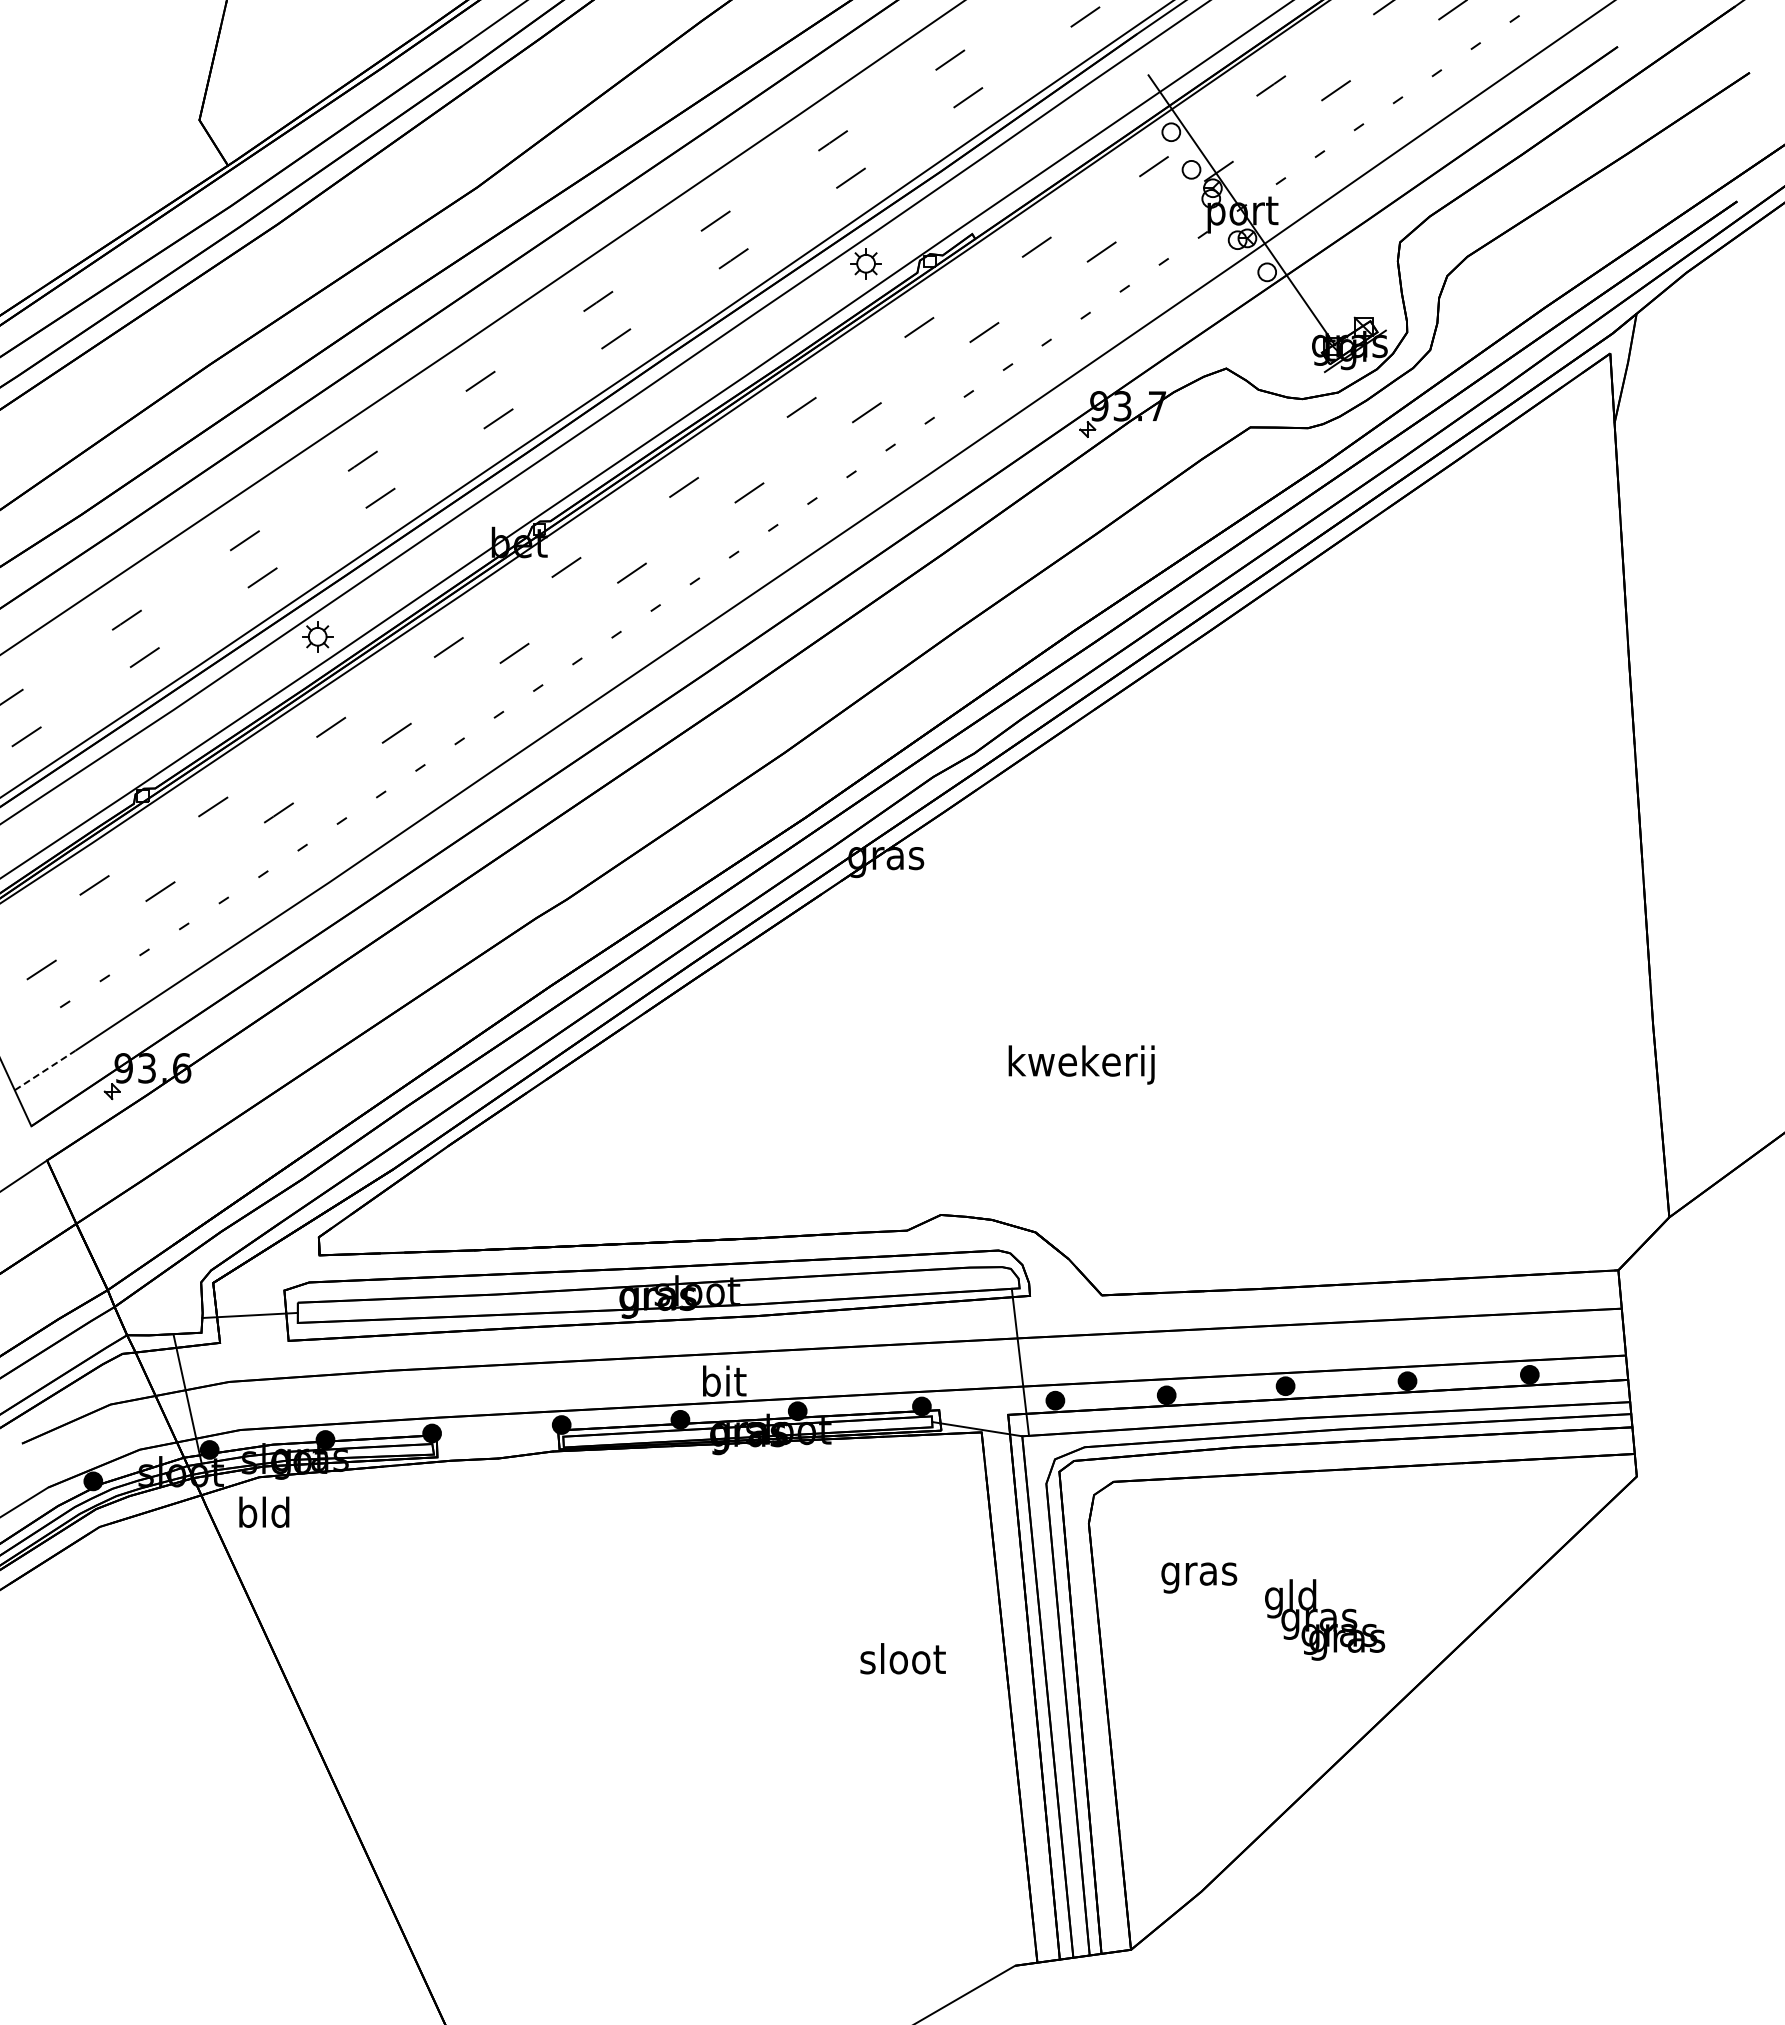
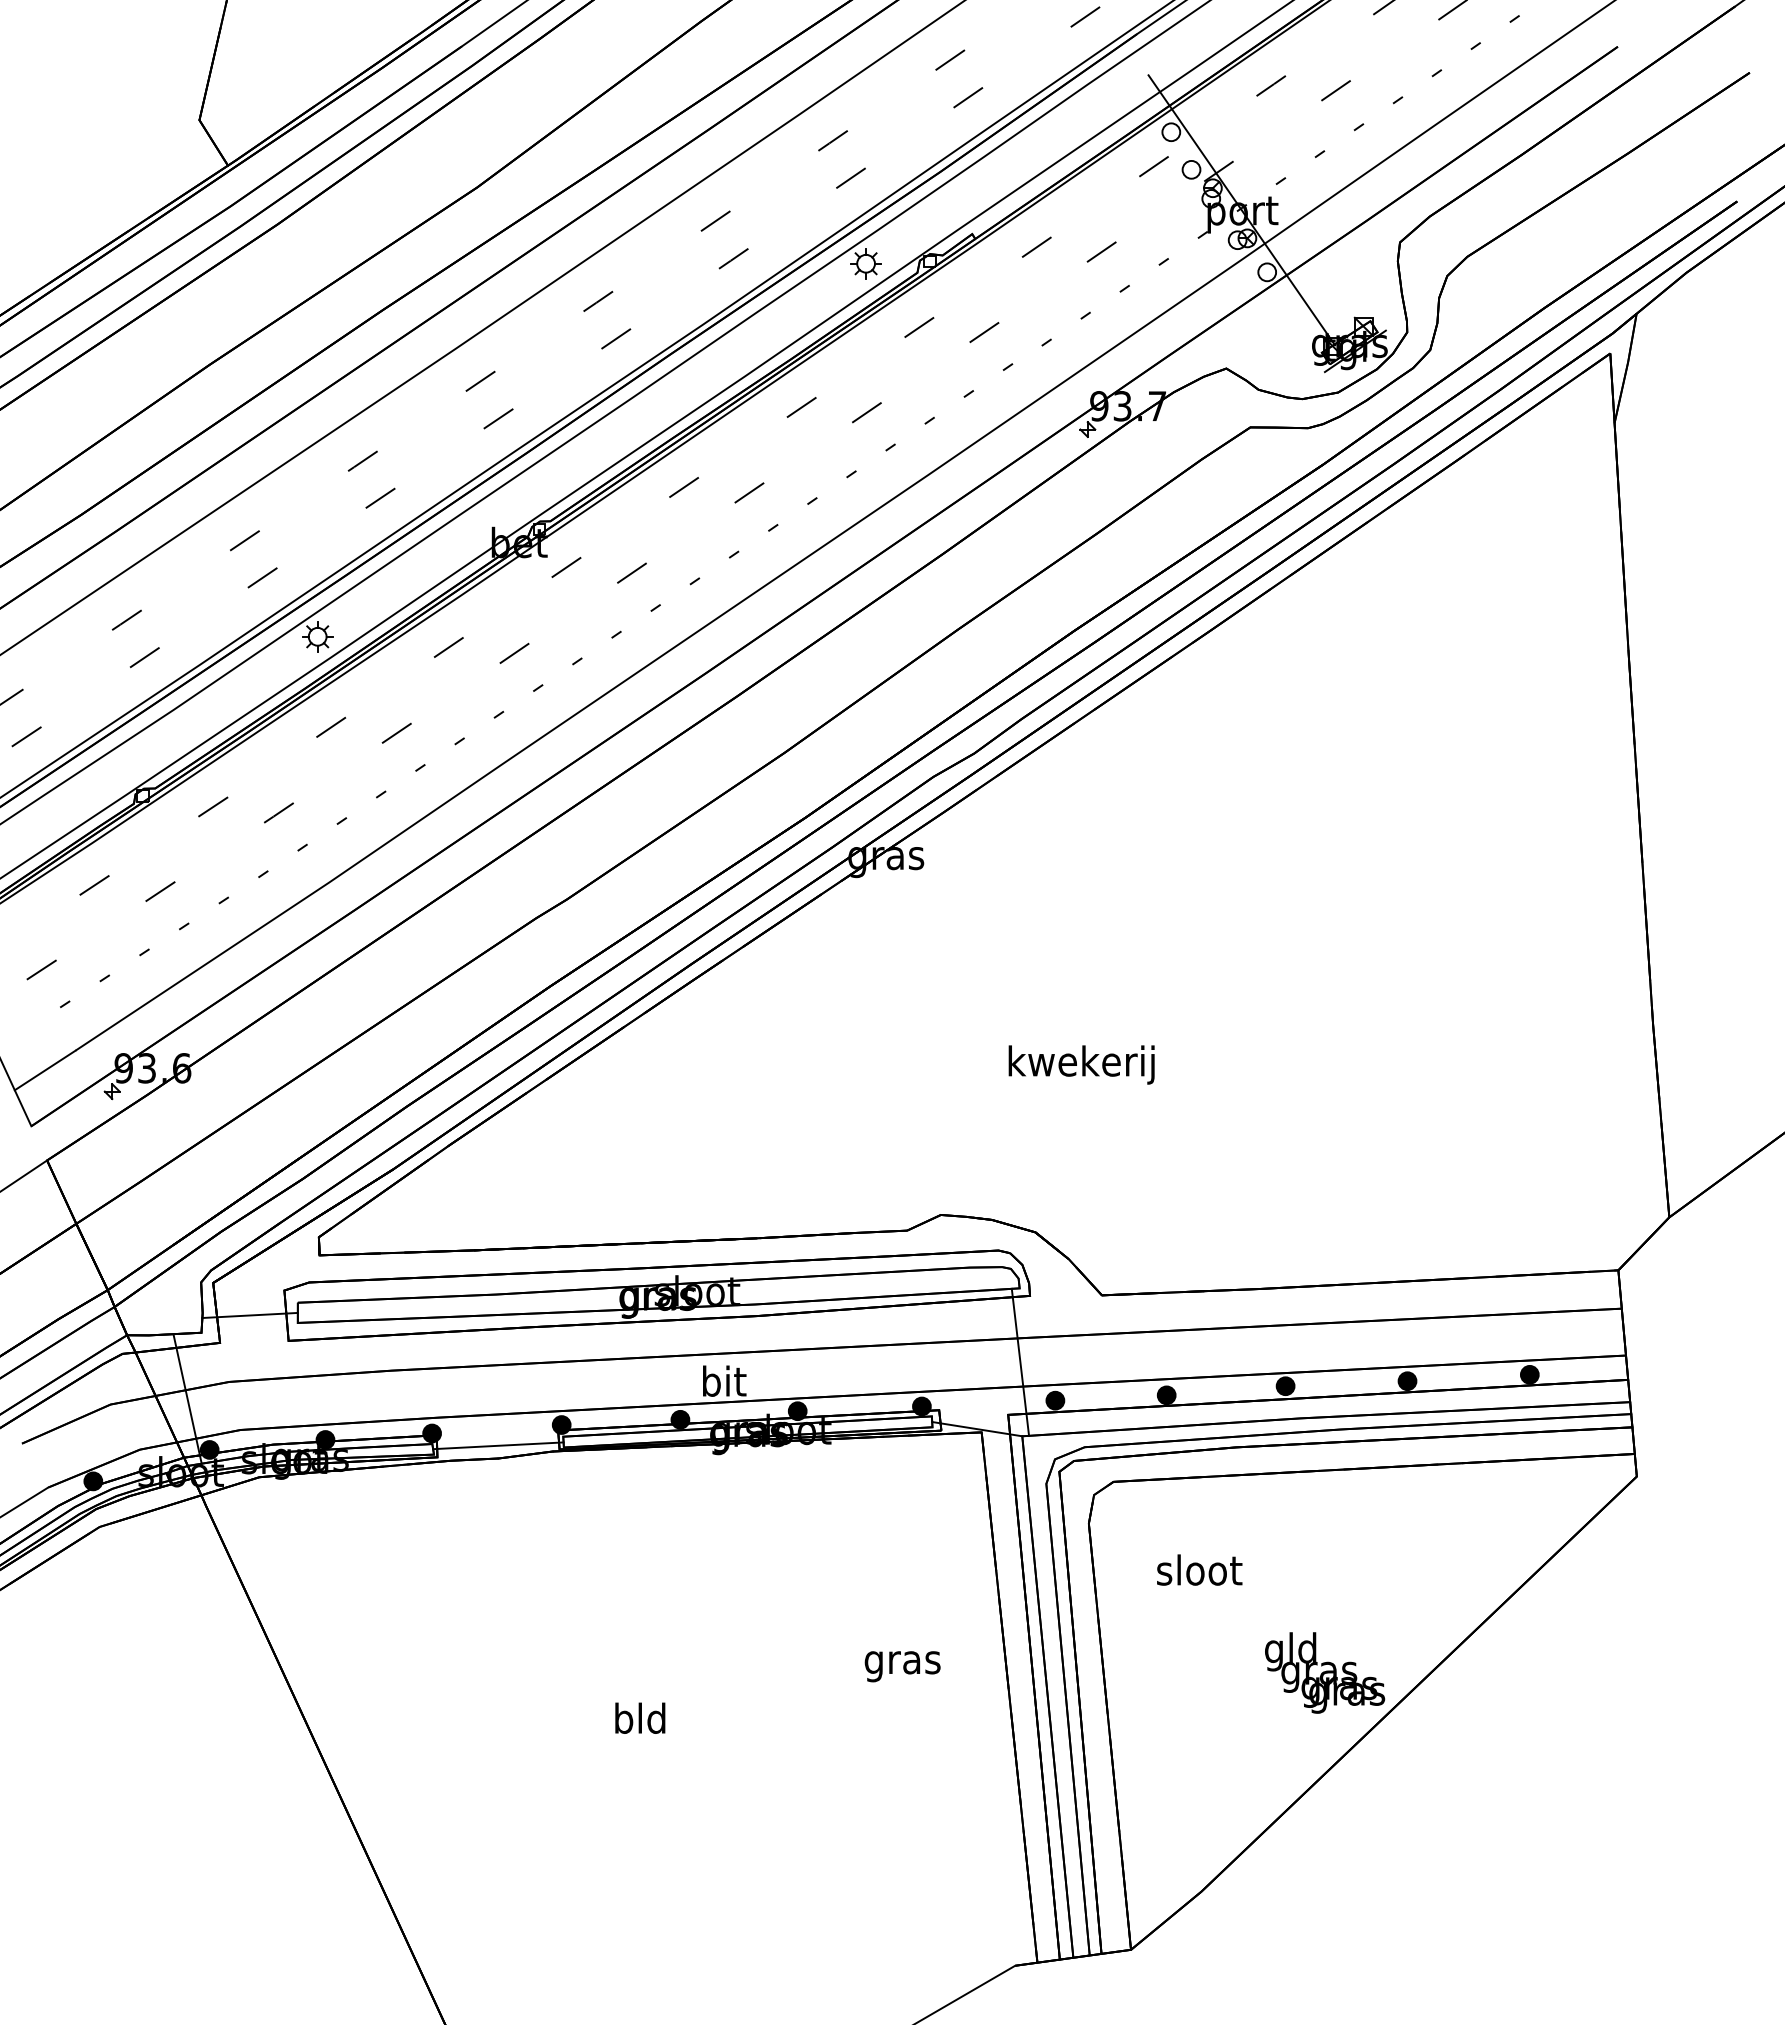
line at (45, 1070): dashed -> solid
line at (498, 1445): none -> present
text at (264, 1511) position: (264, 1511) -> (640, 1717)
text at (1199, 1573): gras -> sloot
text at (1325, 1619) position: (1325, 1619) -> (1325, 1672)
text at (902, 1662): sloot -> gras
